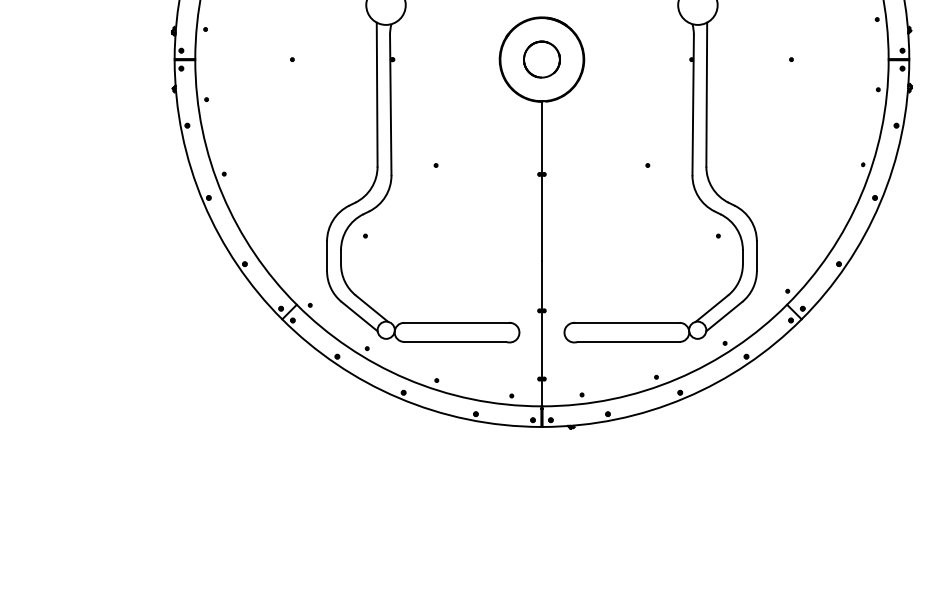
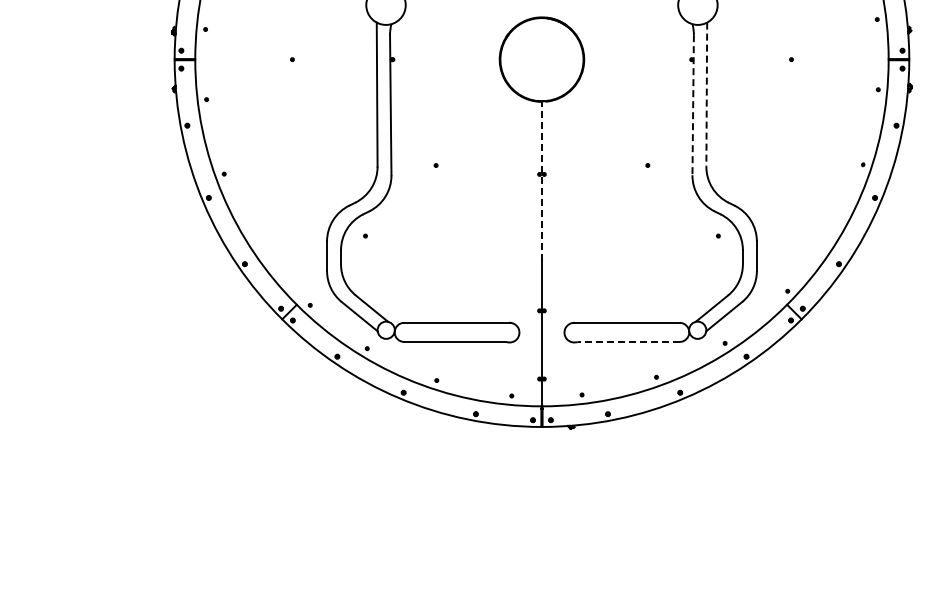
part at (541, 59): present -> none
line at (706, 95): solid -> dashed
line at (693, 105): solid -> dashed
line at (541, 181): solid -> dashed
line at (628, 341): solid -> dashed
